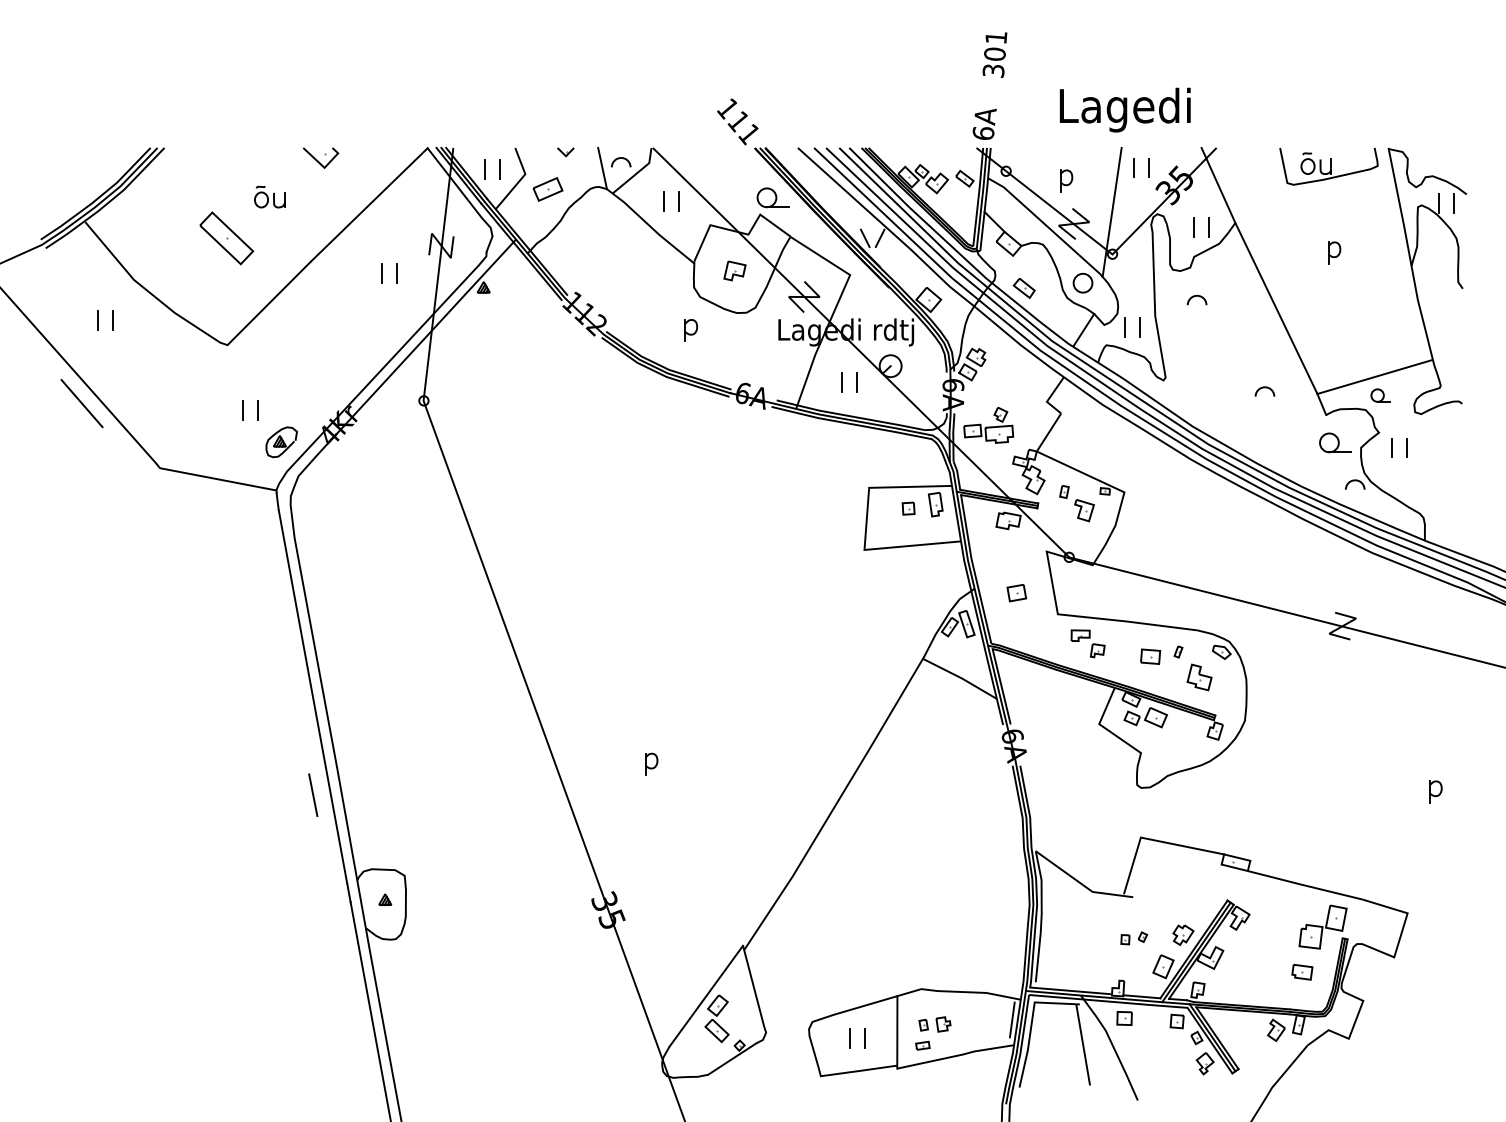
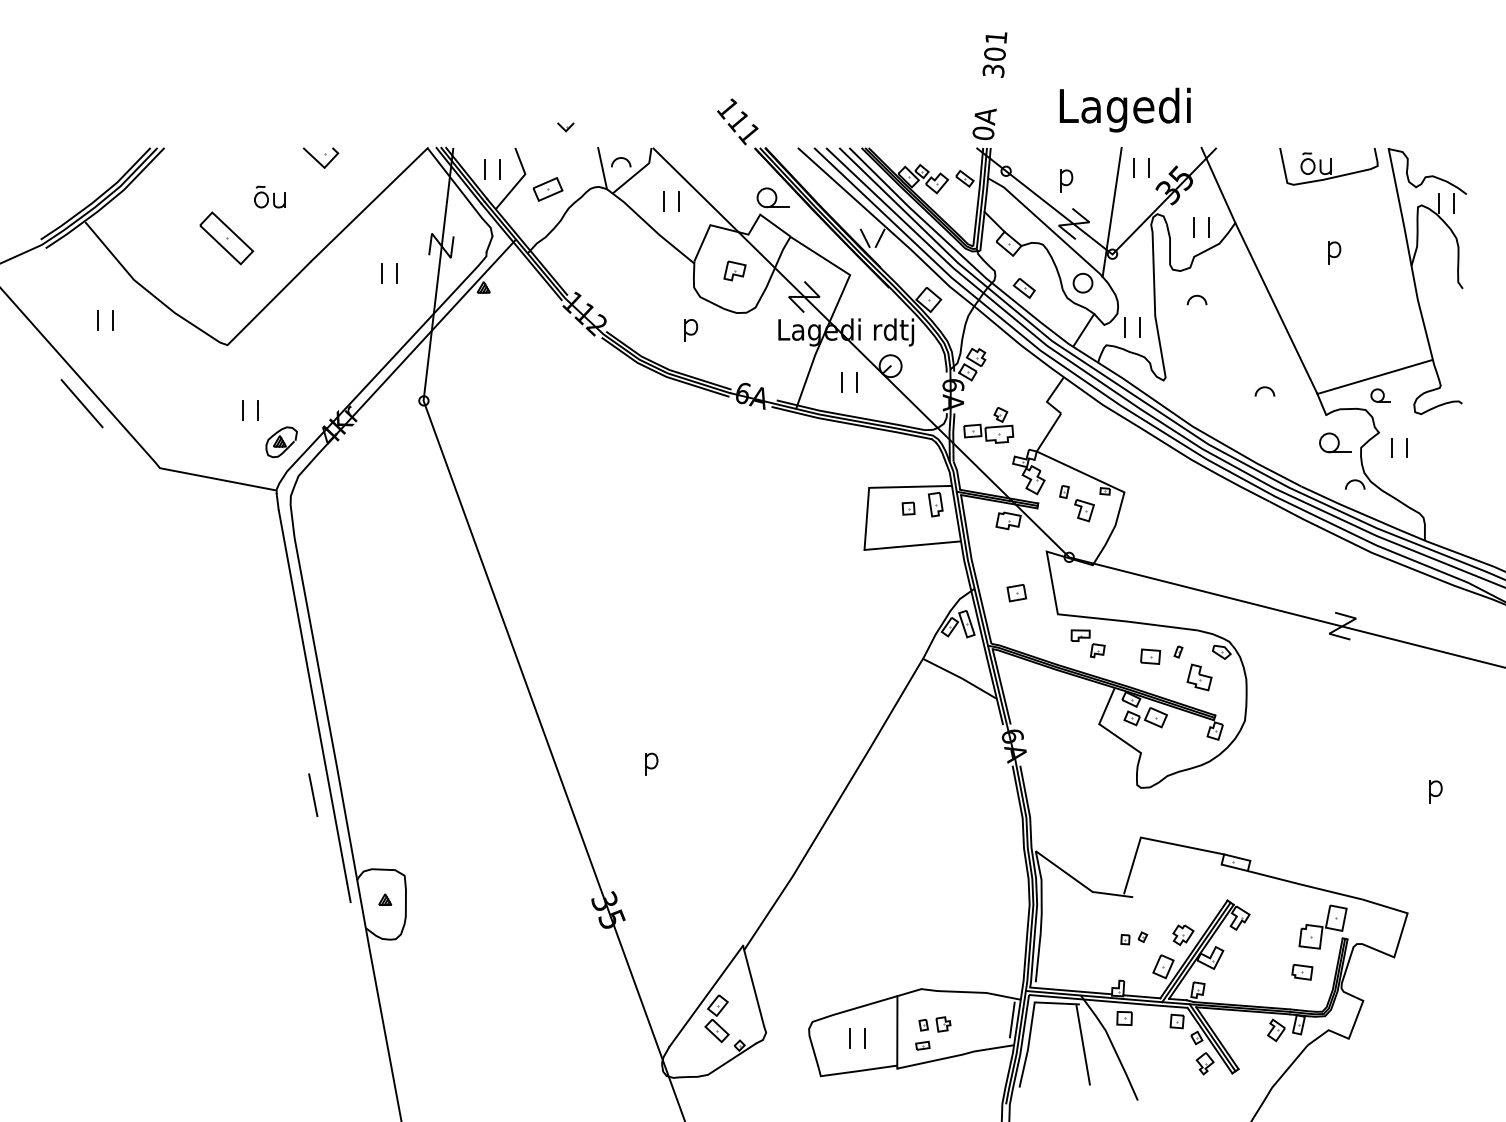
text at (983, 133): 6A -> 0A
part at (565, 152) position: (565, 152) -> (565, 127)
line at (370, 1010): present -> none
